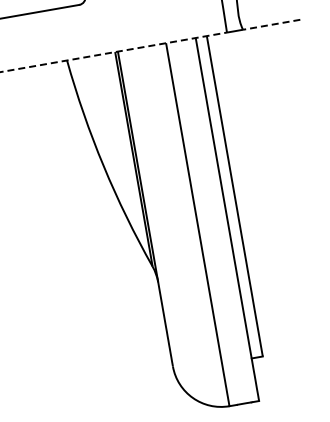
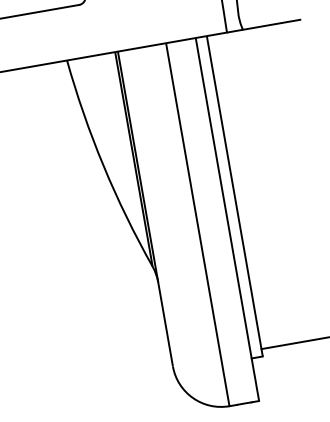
line at (271, 24): dashed -> solid
line at (113, 52): dashed -> solid
line at (293, 343): none -> present
